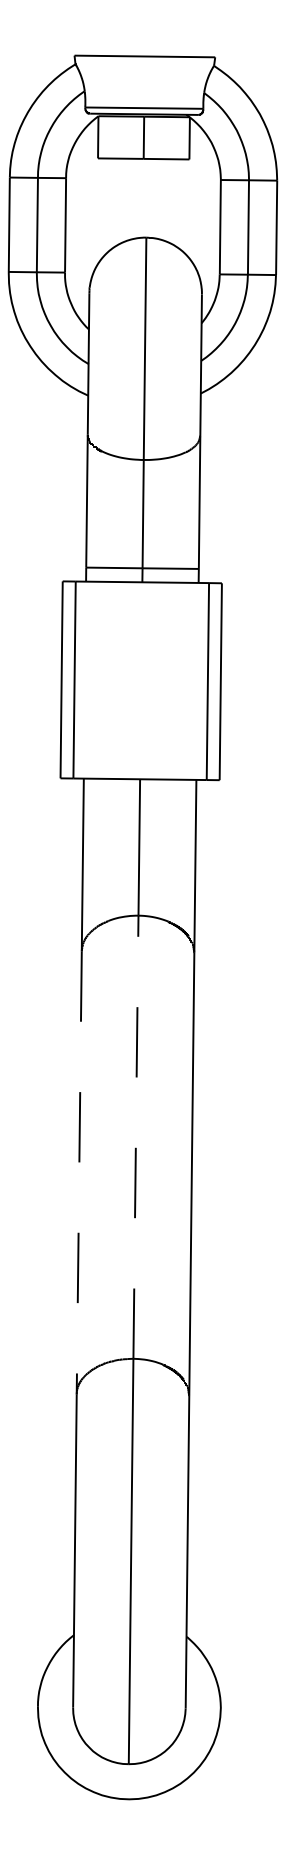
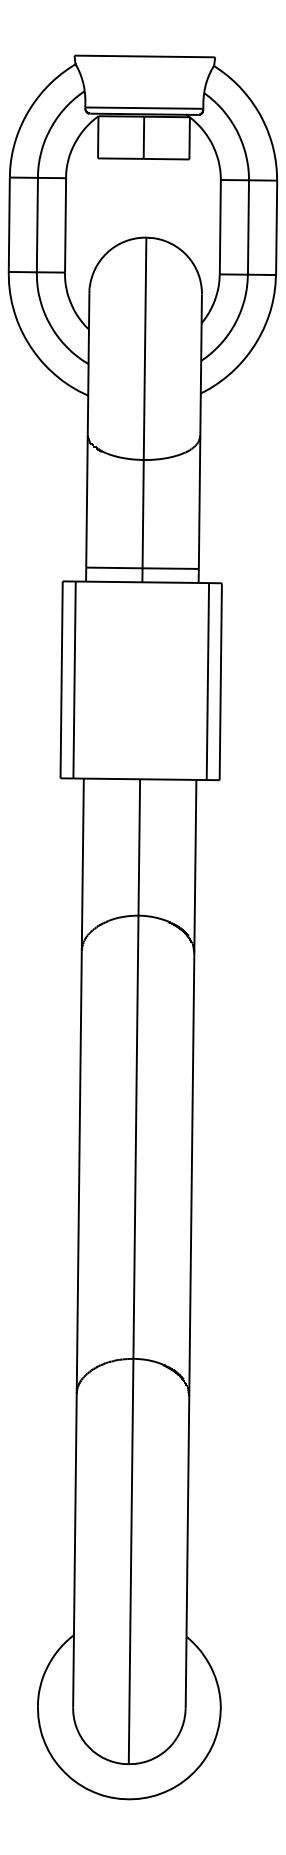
line at (135, 1137): dashed -> solid
line at (79, 1172): dashed -> solid
